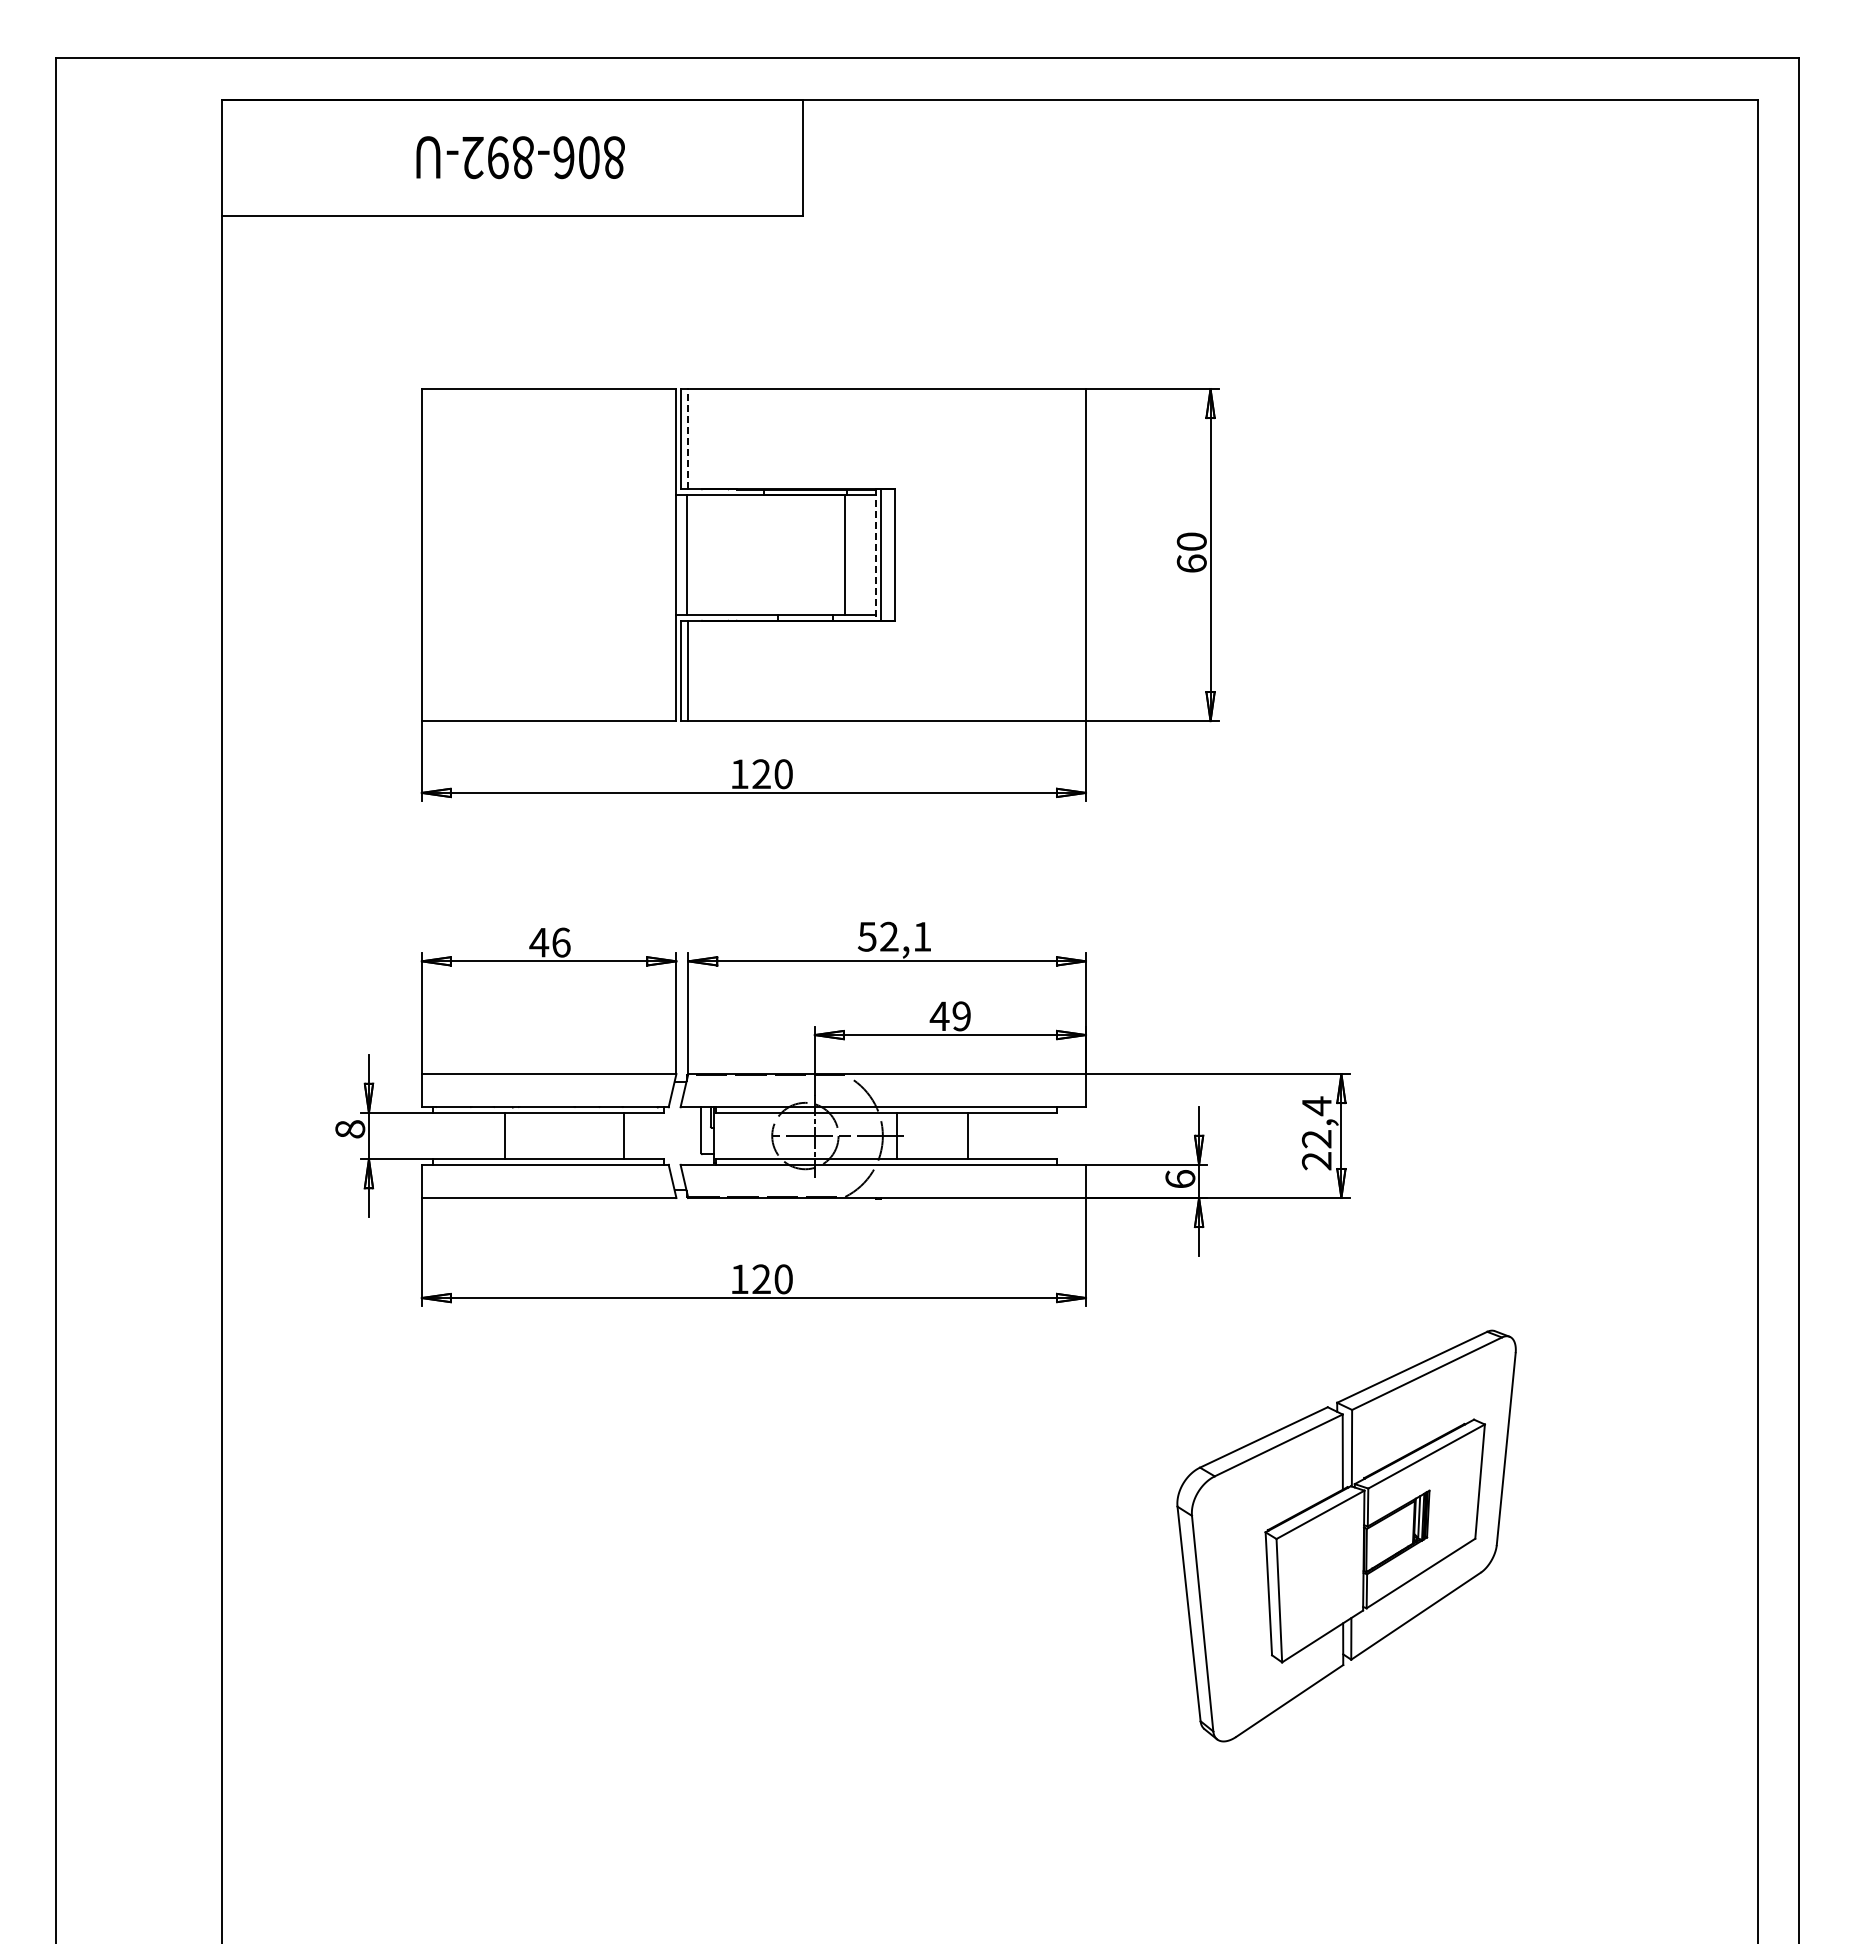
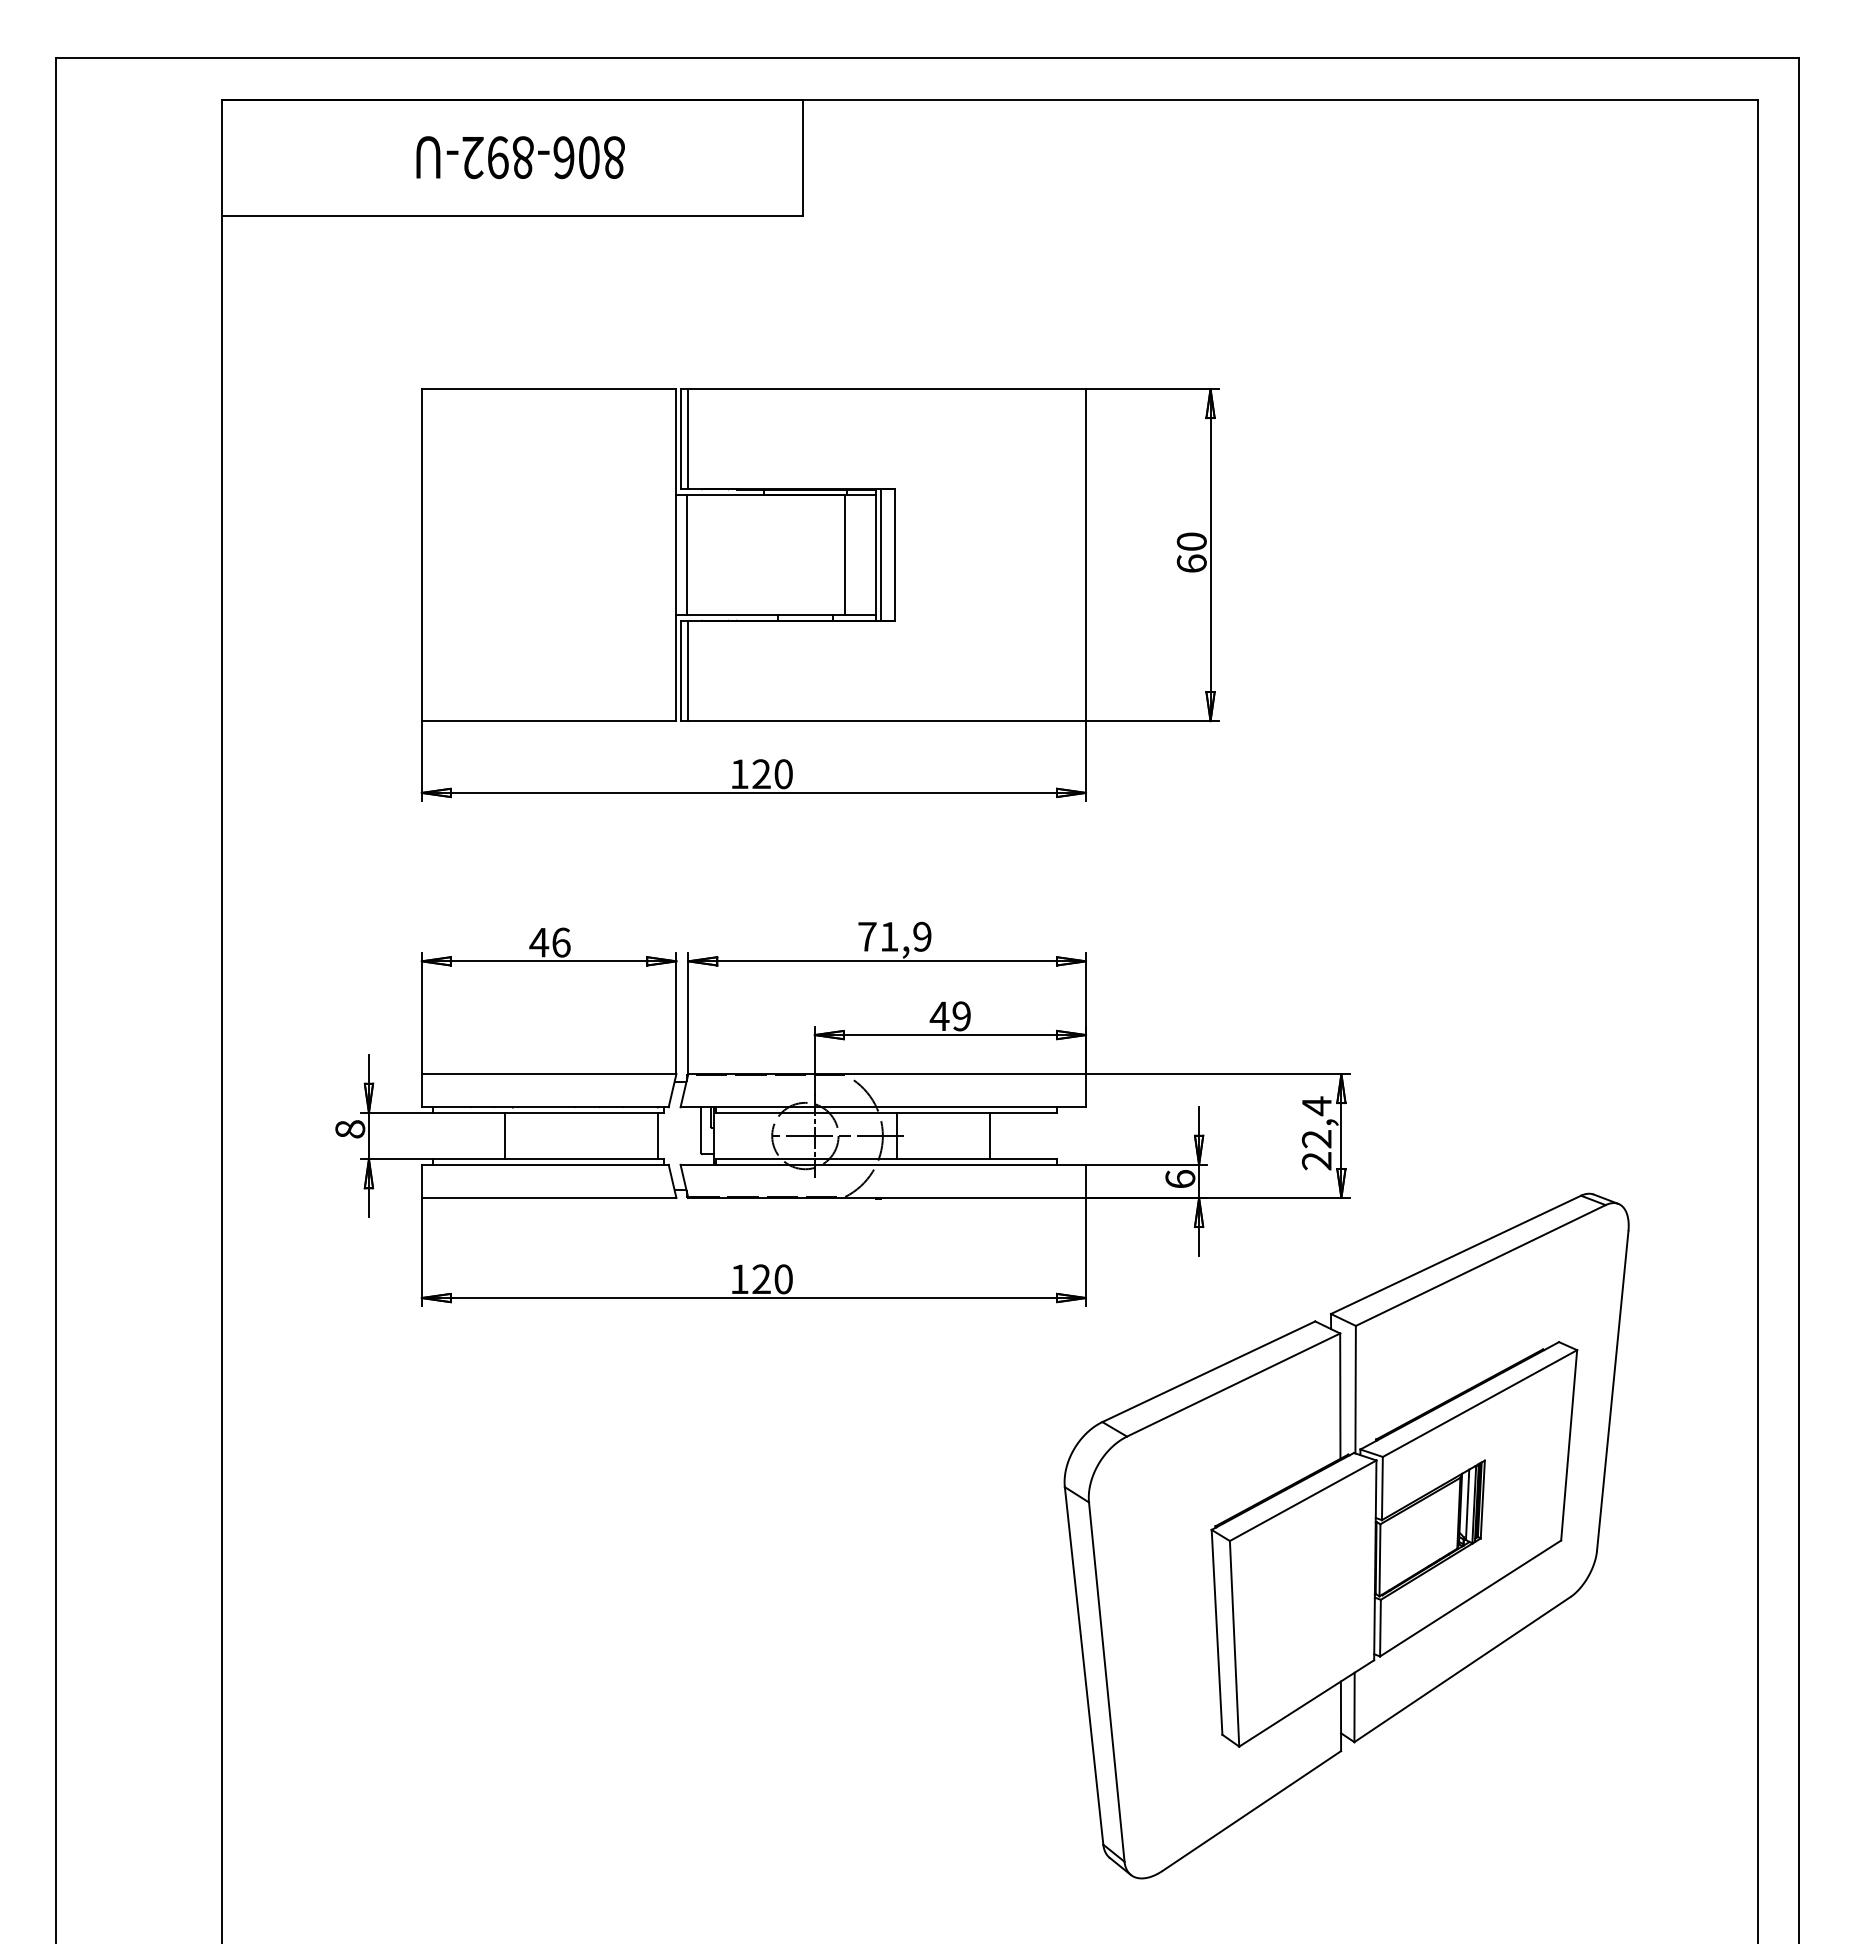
line at (688, 438): dashed -> solid
line at (875, 555): dashed -> solid
text at (894, 936): 52,1 -> 71,9
line at (624, 1135) position: (624, 1135) -> (658, 1135)
line at (968, 1135) position: (968, 1135) -> (990, 1135)
part at (1346, 1535) size: 341x414 px -> 567x688 px
